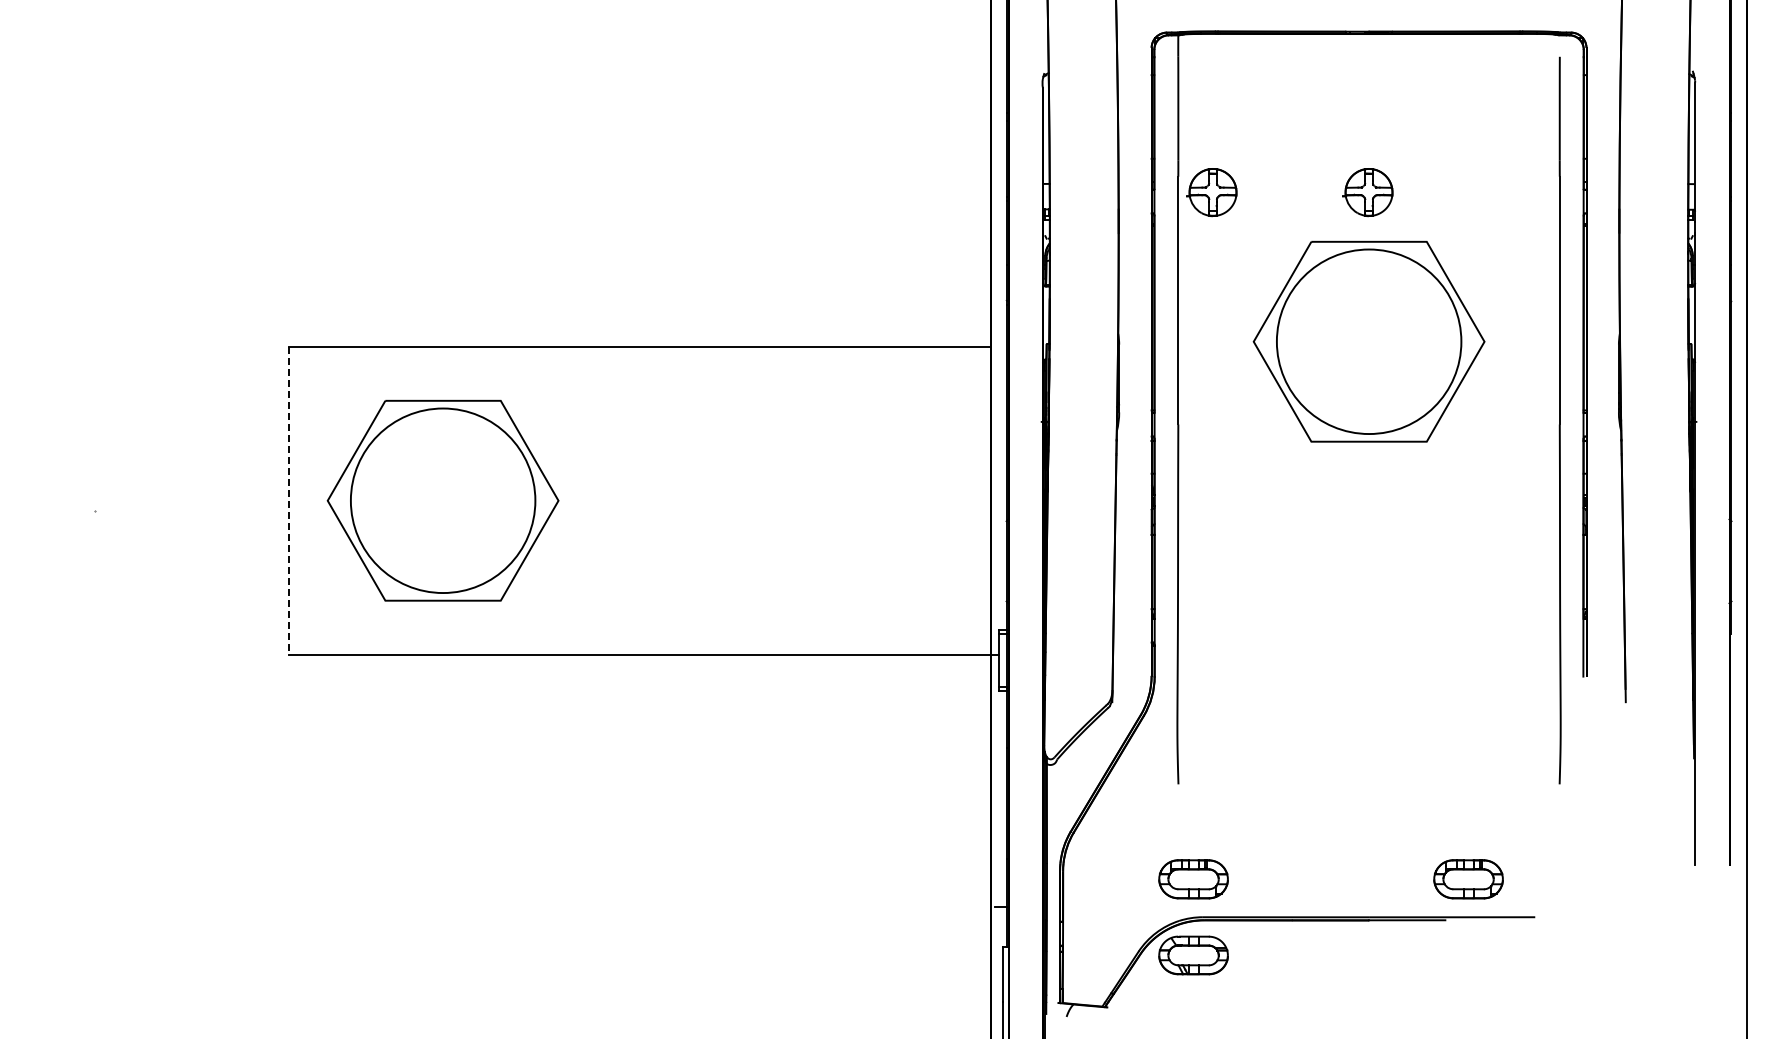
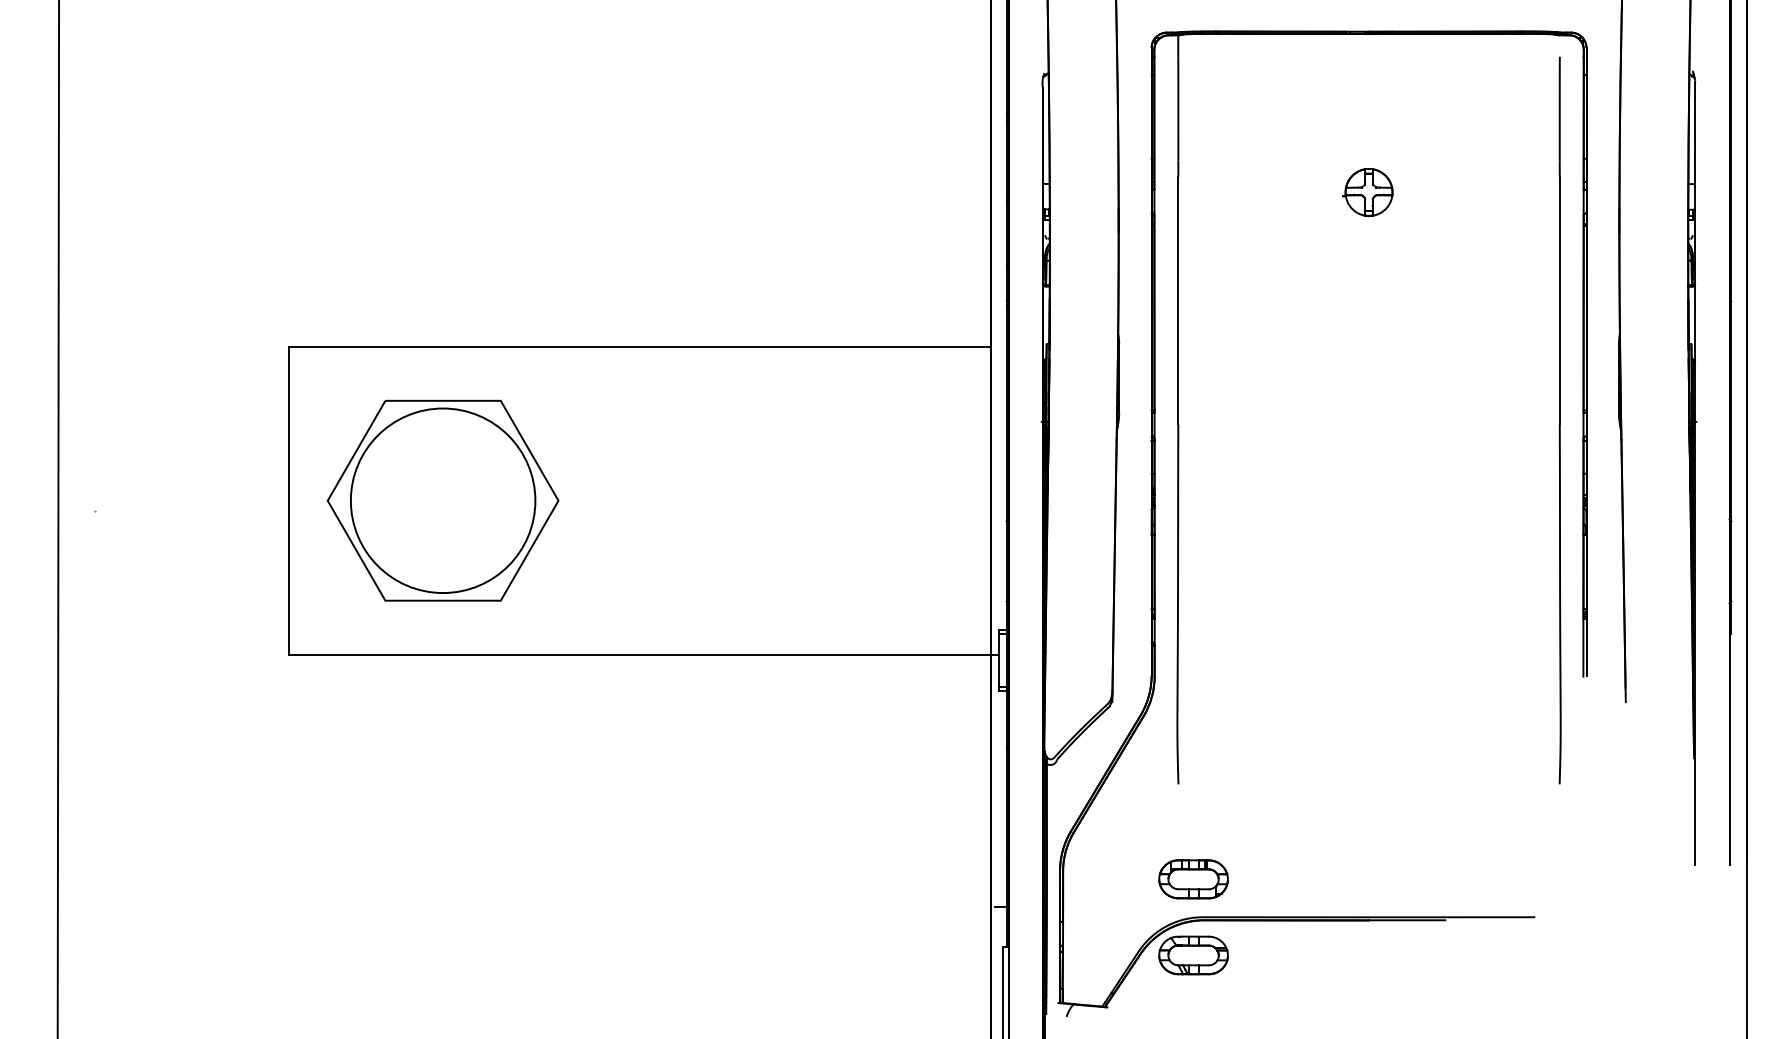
part at (1211, 192): present -> none
part at (1368, 341): present -> none
line at (289, 500): dashed -> solid
line at (58, 518): none -> present
part at (1468, 879): present -> none
